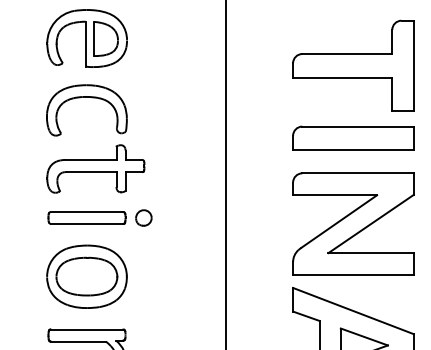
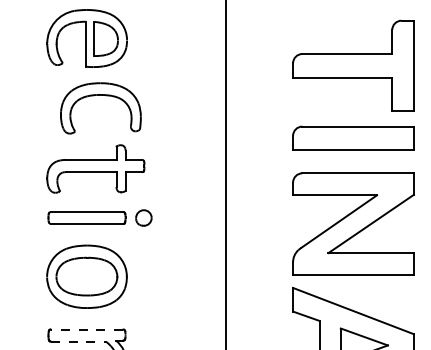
part at (86, 97) position: (86, 97) -> (100, 95)
line at (86, 329): solid -> dashed
line at (78, 341): solid -> dashed
